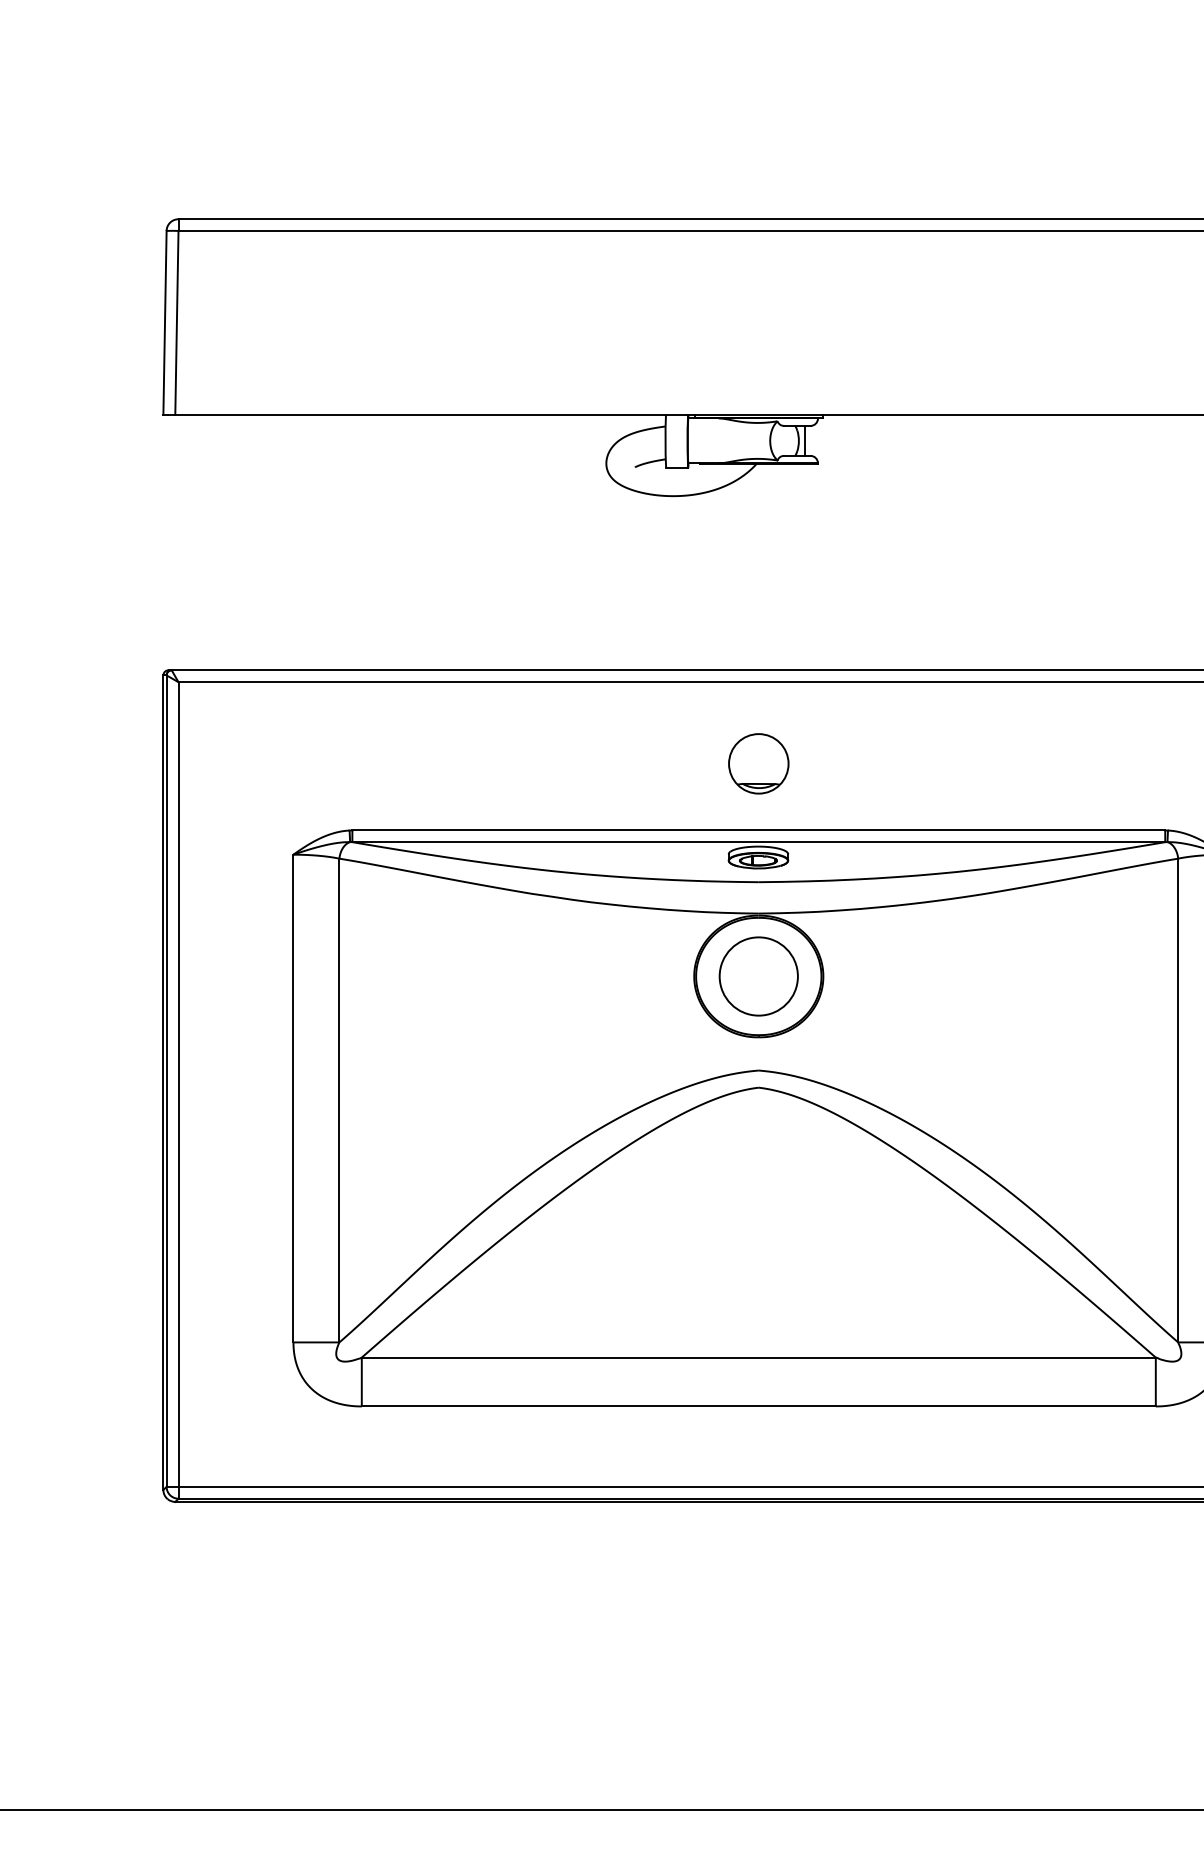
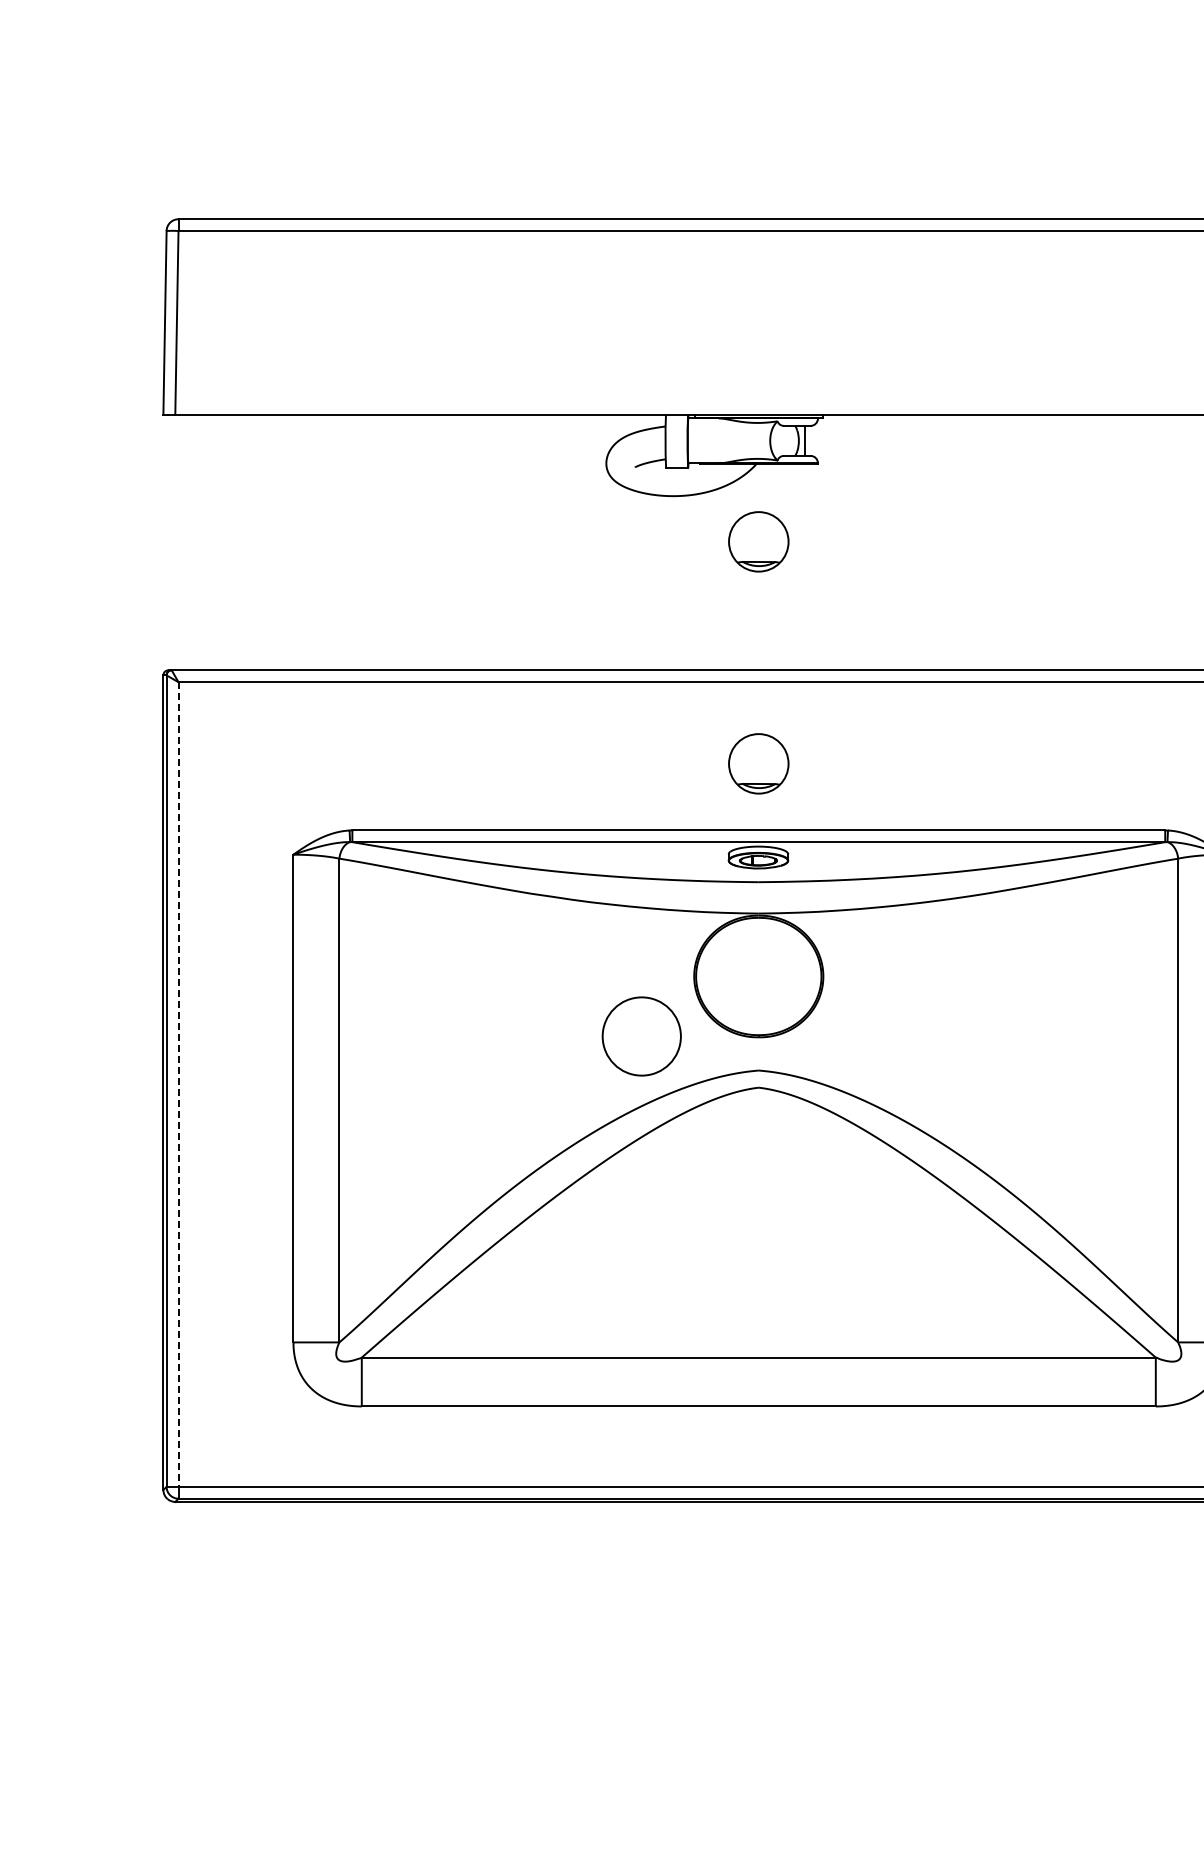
part at (758, 541): none -> present
circle at (758, 976) position: (758, 976) -> (641, 1036)
line at (178, 1085): solid -> dashed
line at (601, 1809): present -> none
